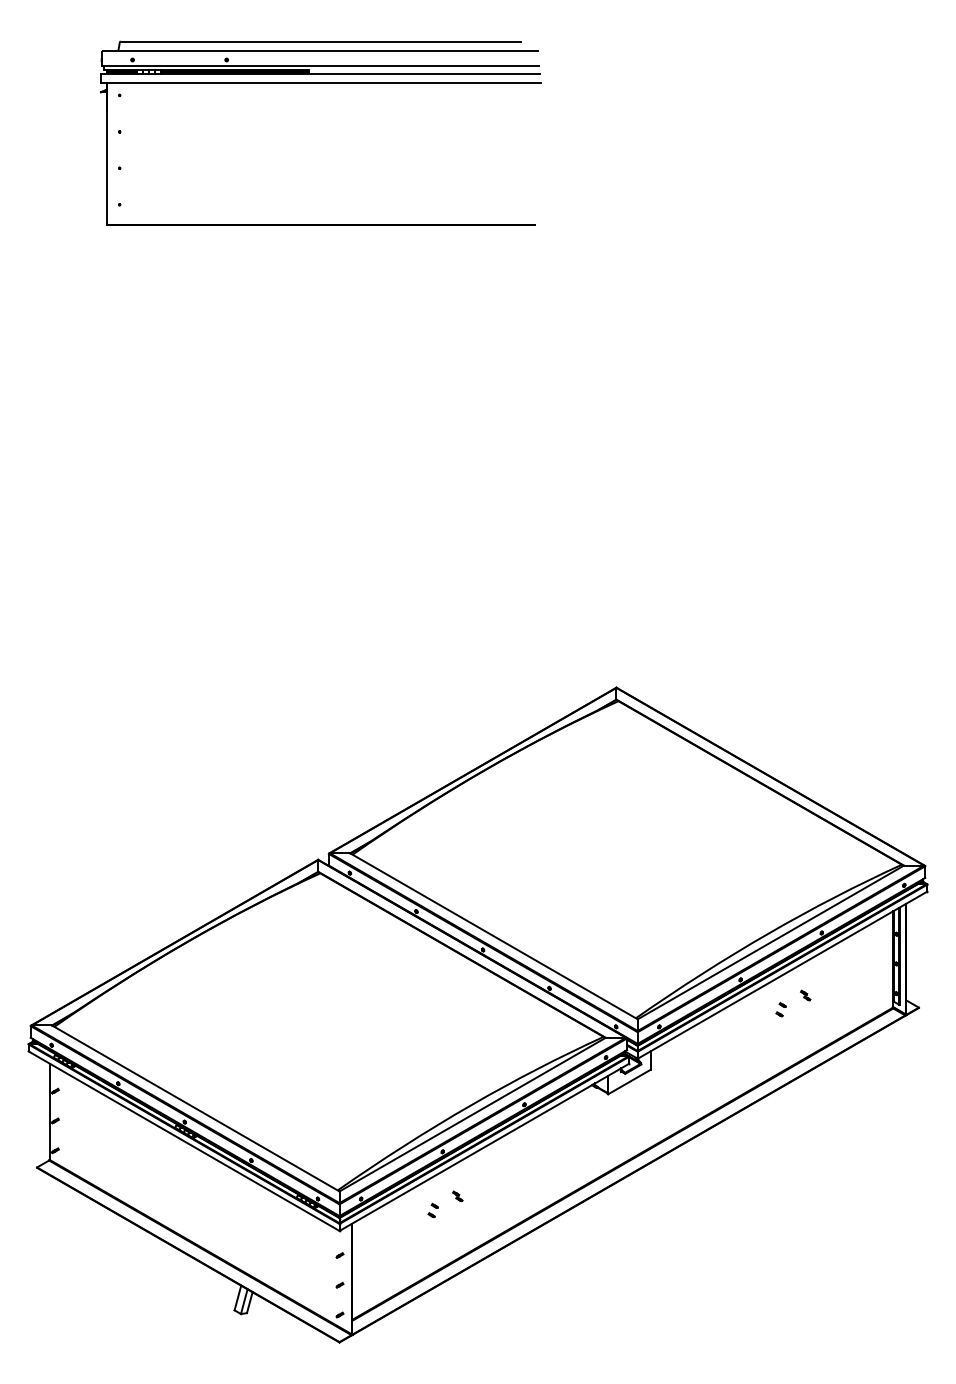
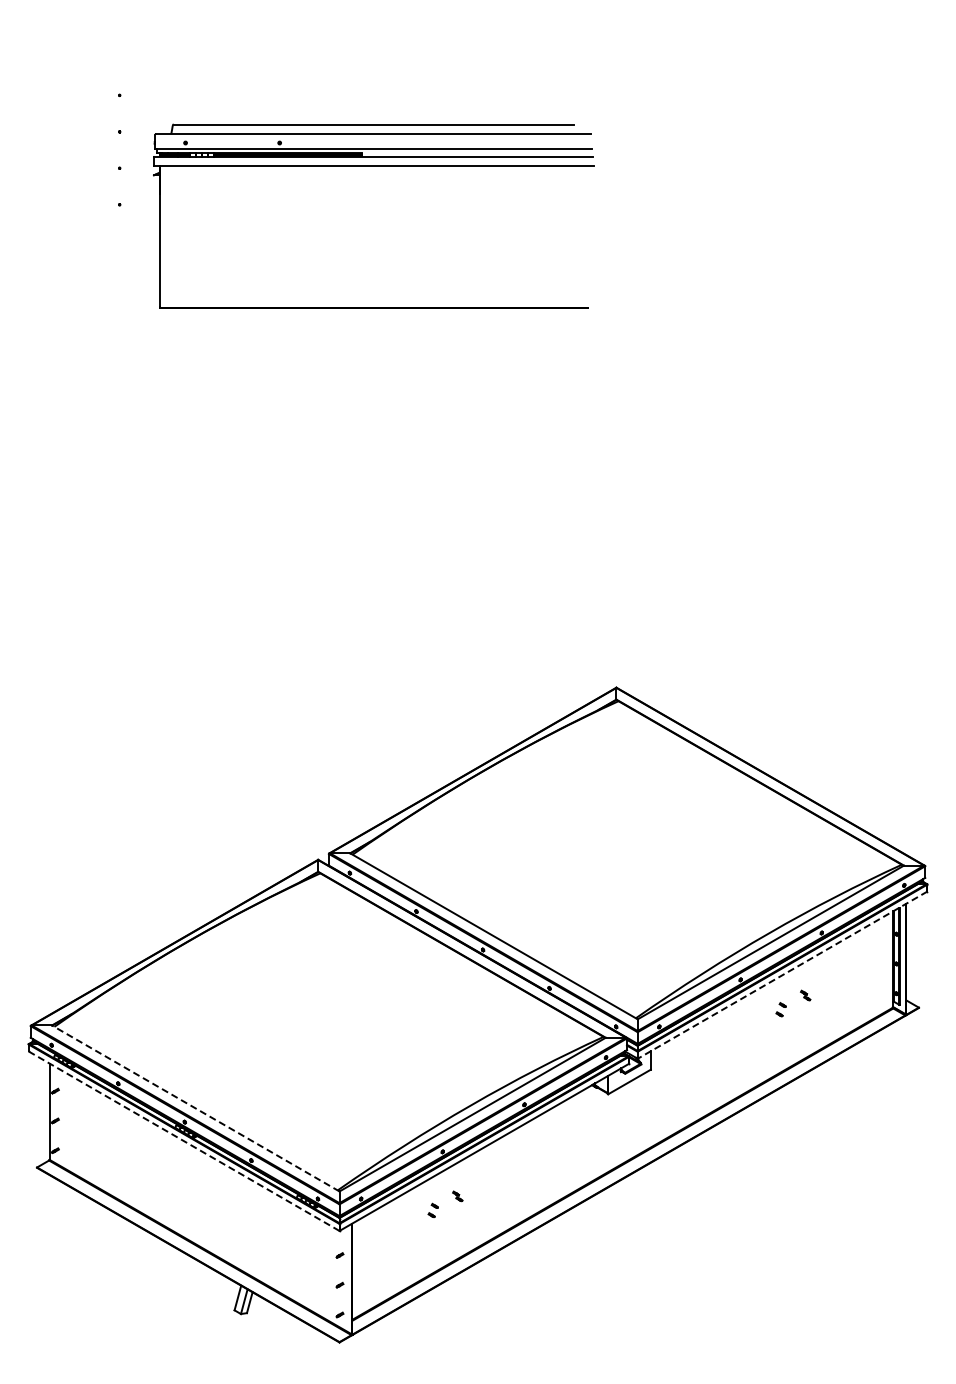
part at (320, 83) position: (320, 83) -> (373, 166)
line at (782, 975): solid -> dashed
line at (195, 1108): solid -> dashed
line at (184, 1141): solid -> dashed
